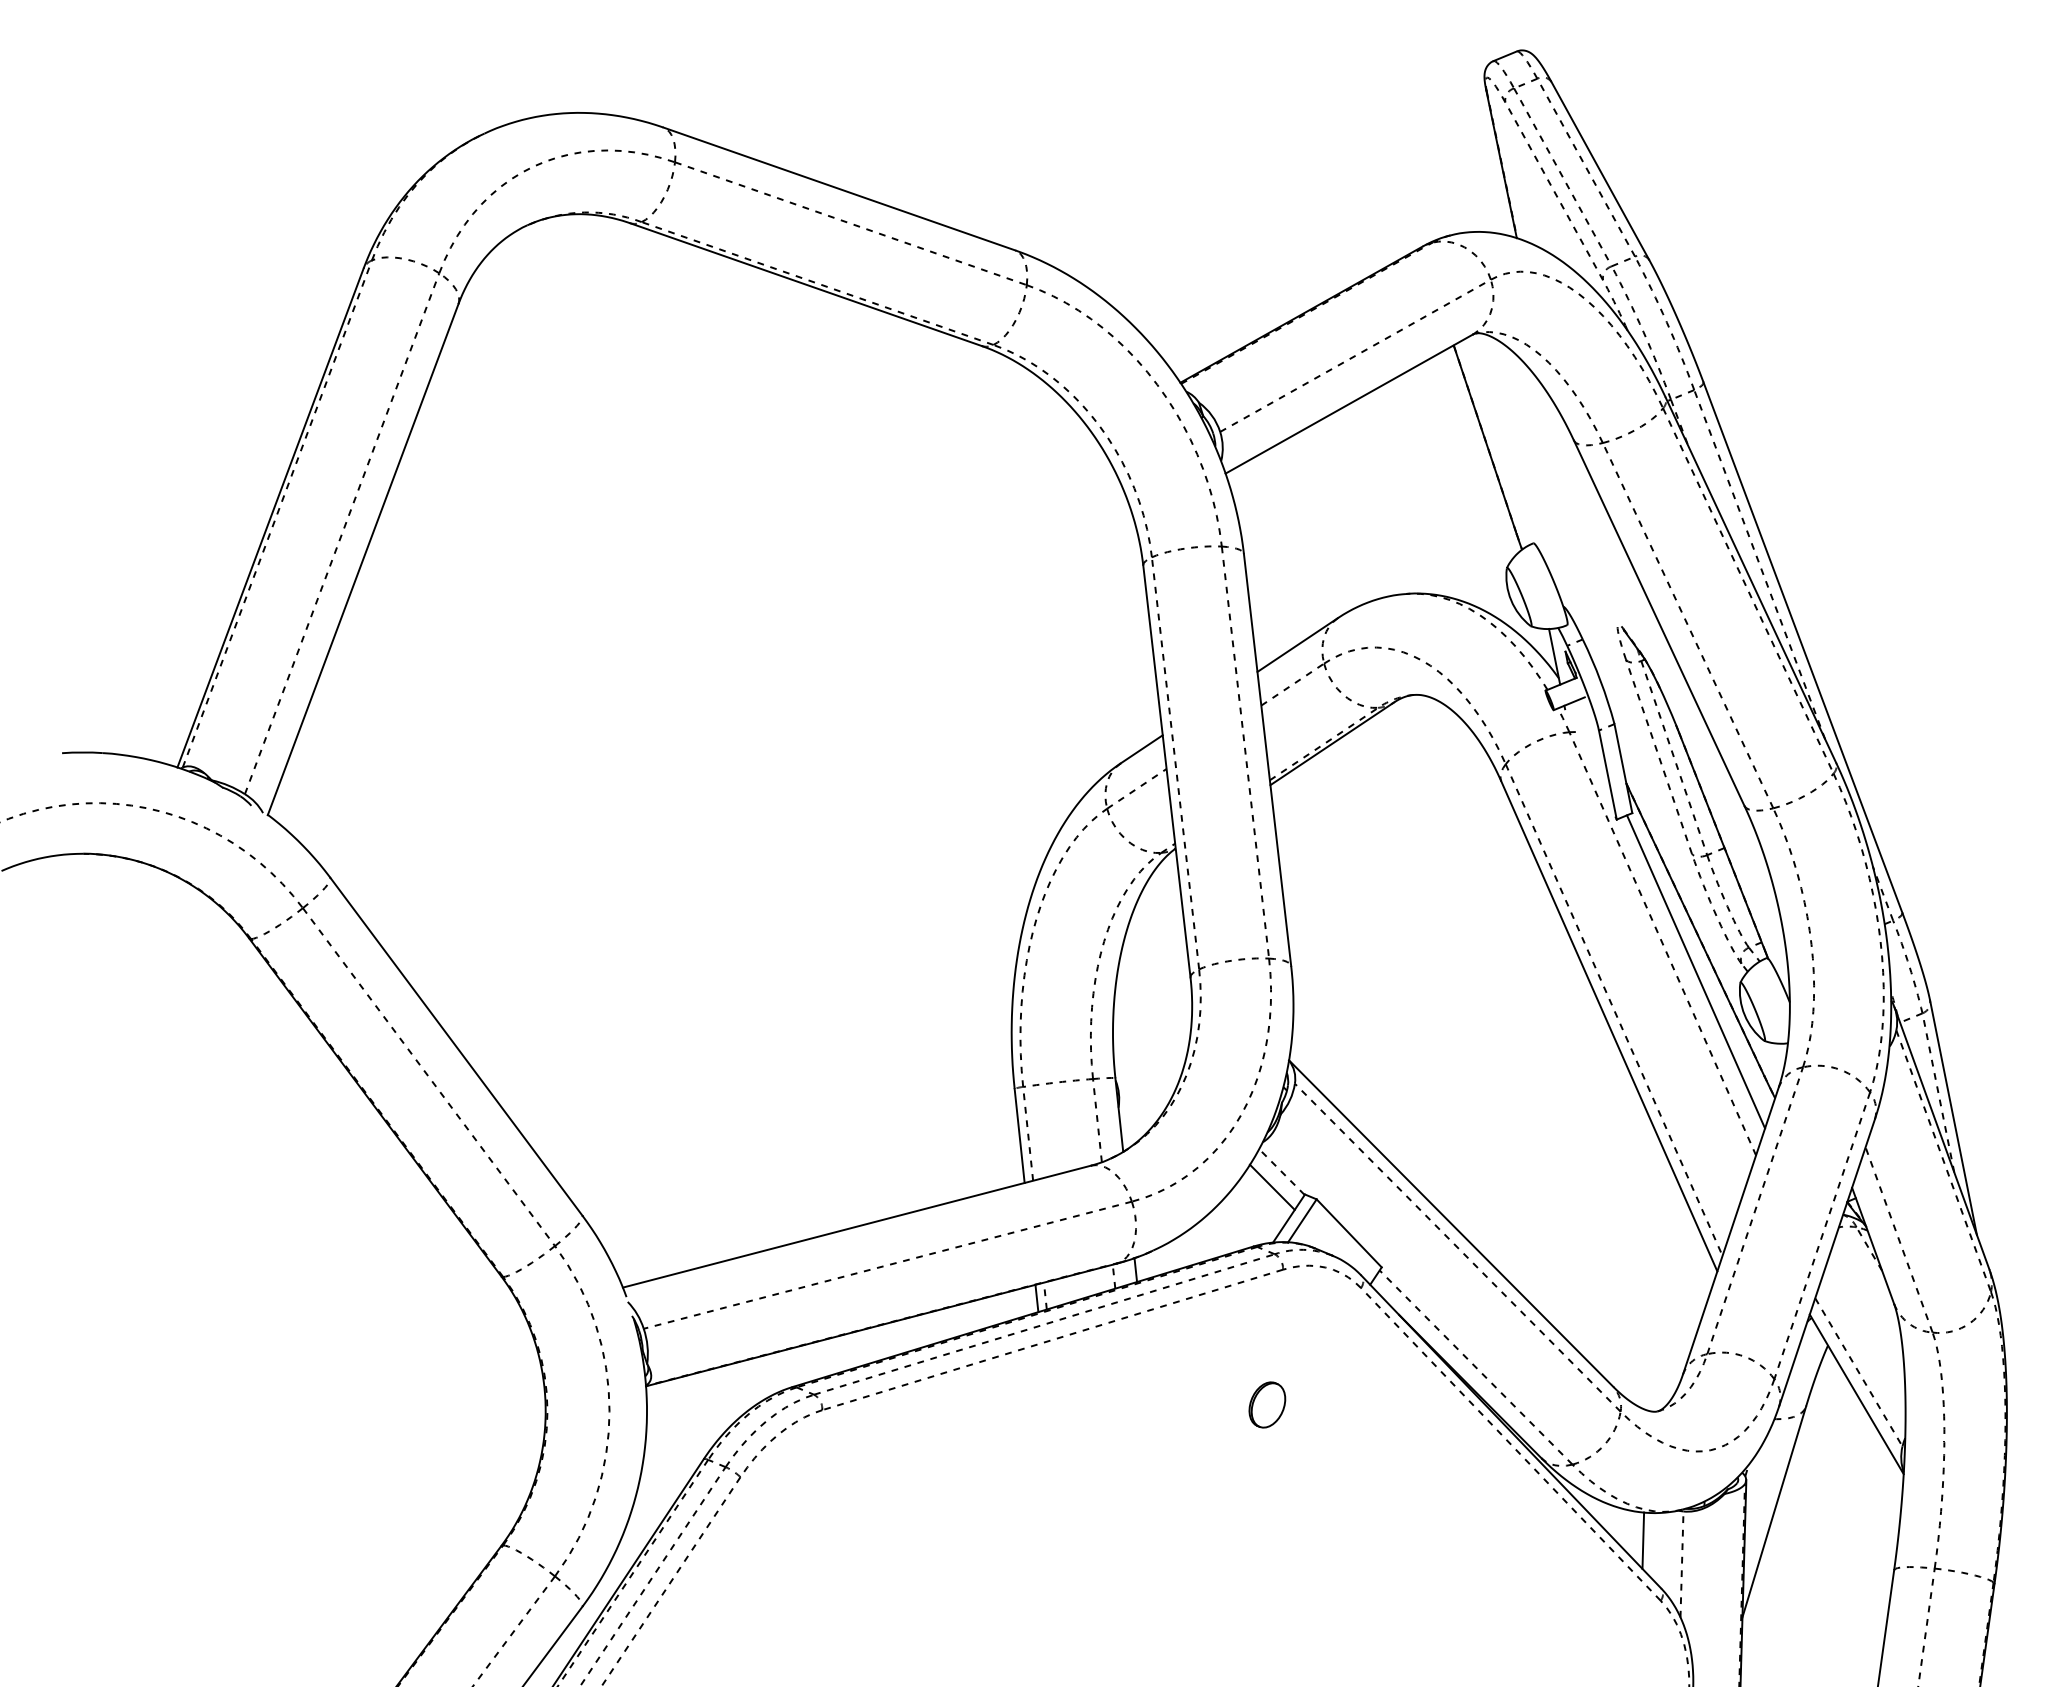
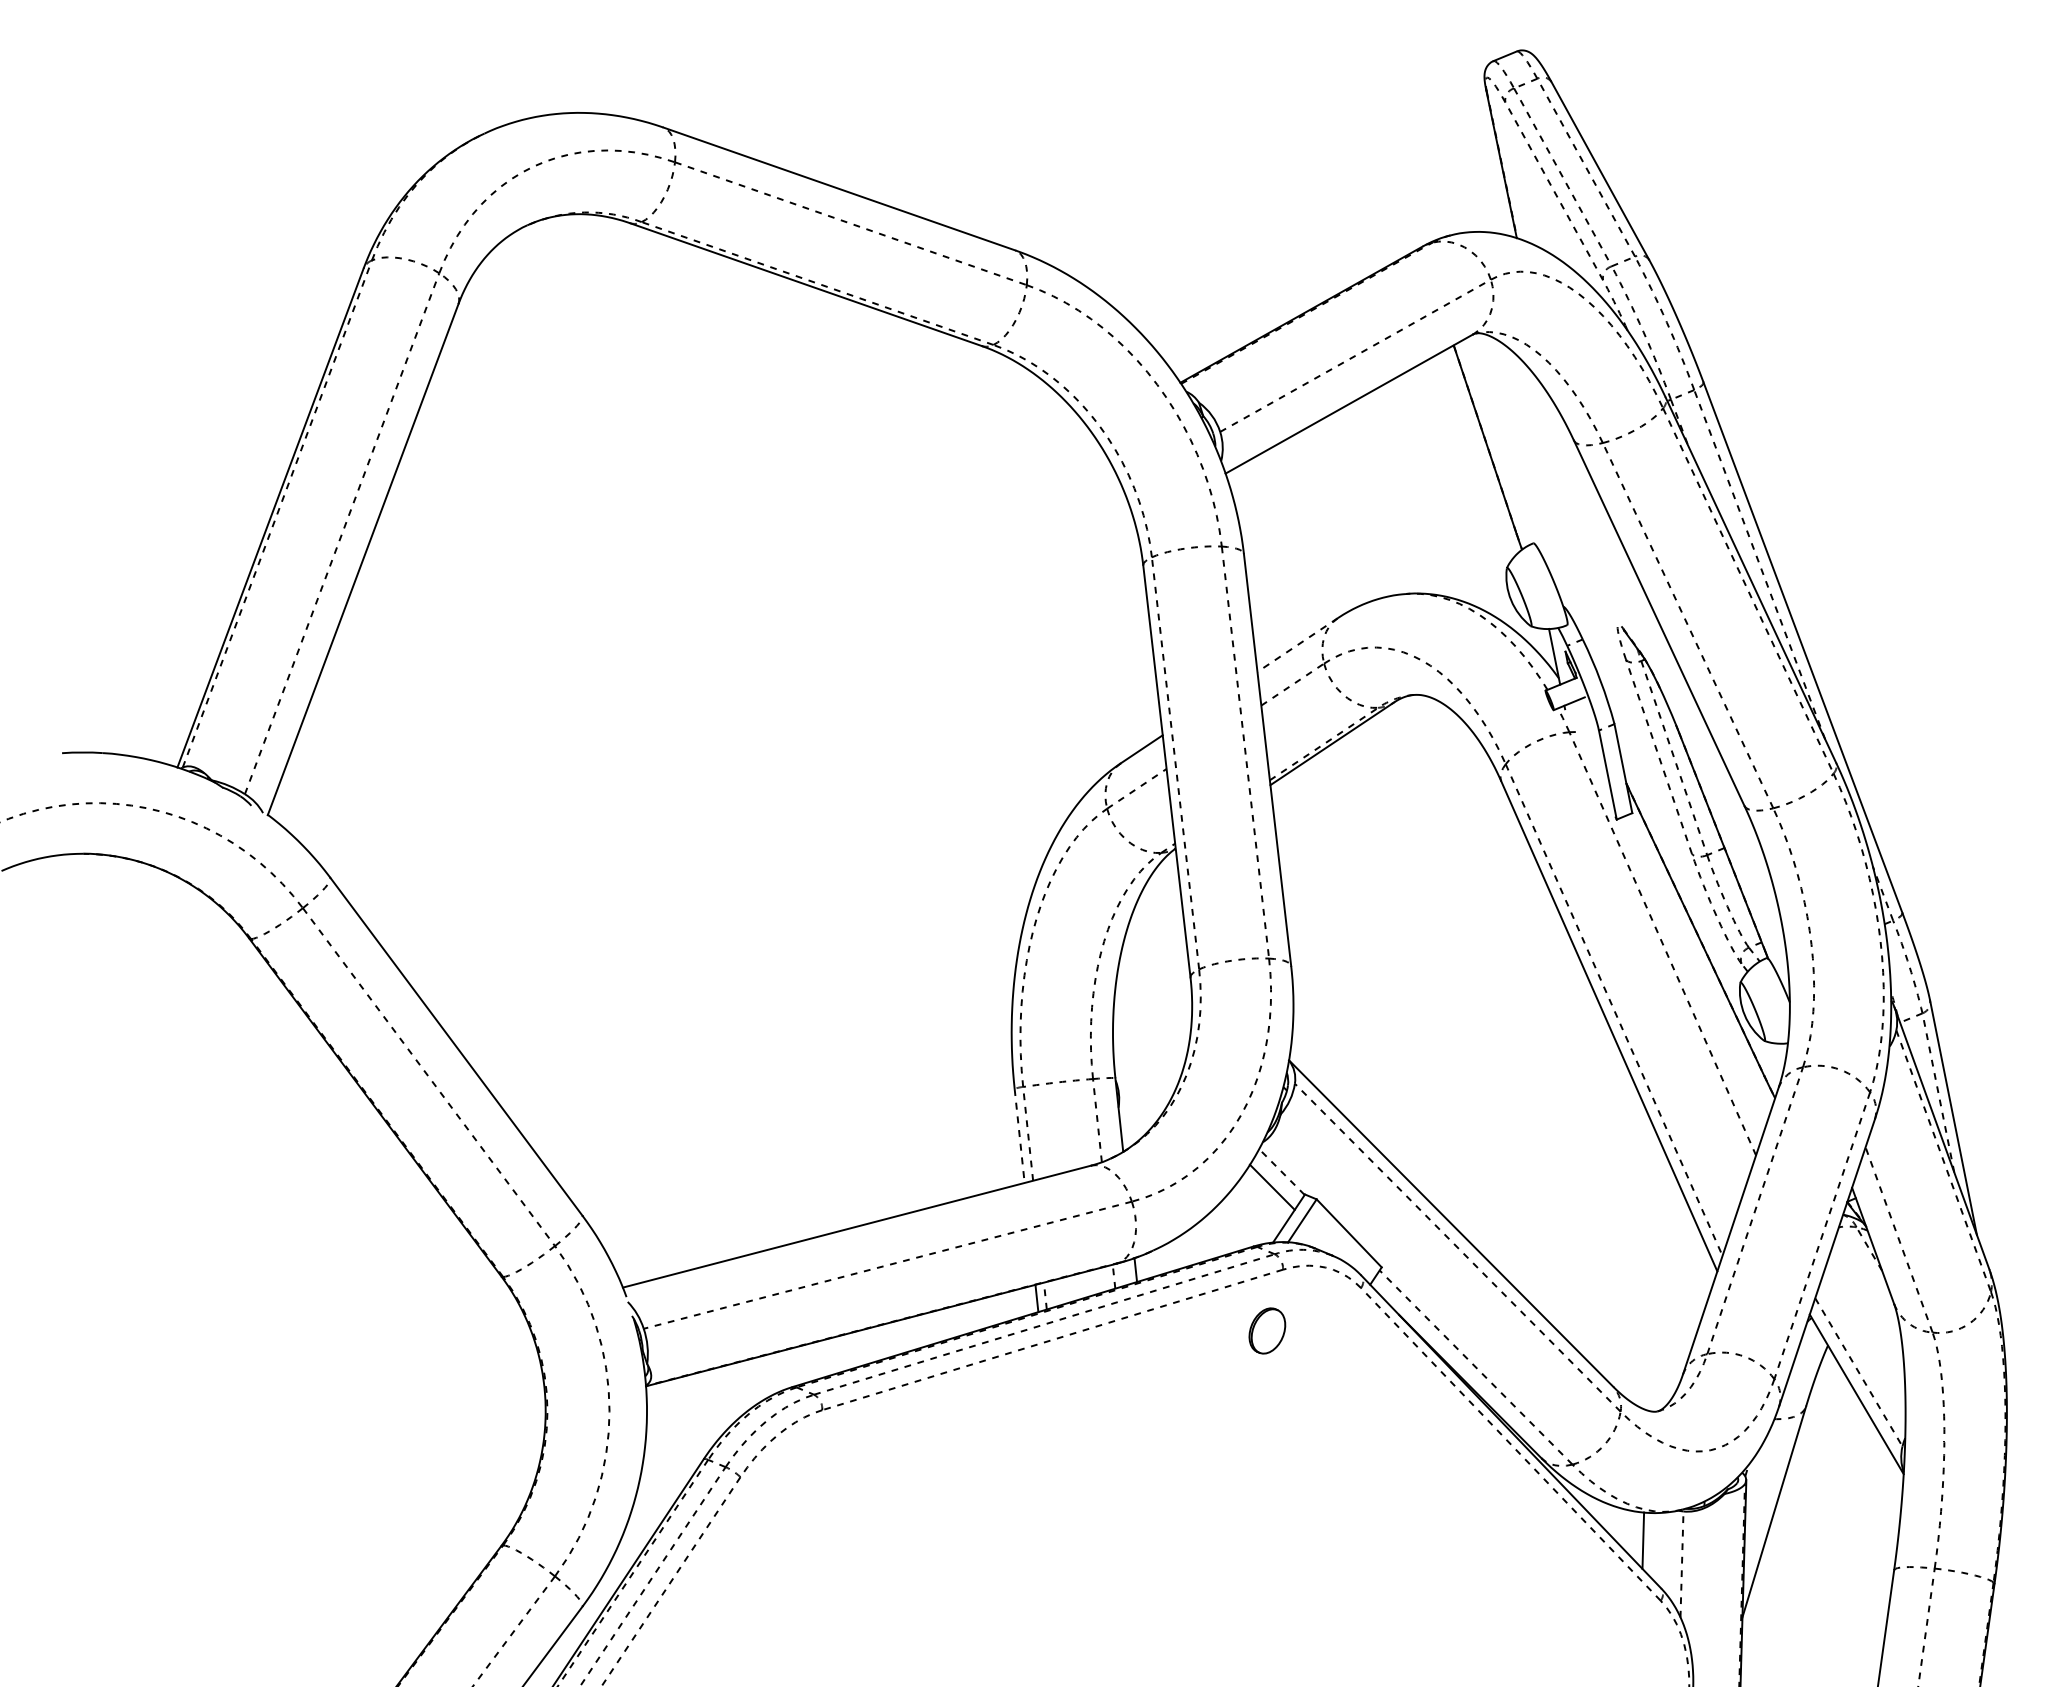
line at (1297, 645): solid -> dashed
line at (1696, 971): present -> none
line at (1019, 1136): solid -> dashed
part at (1267, 1404) position: (1267, 1404) -> (1267, 1330)
